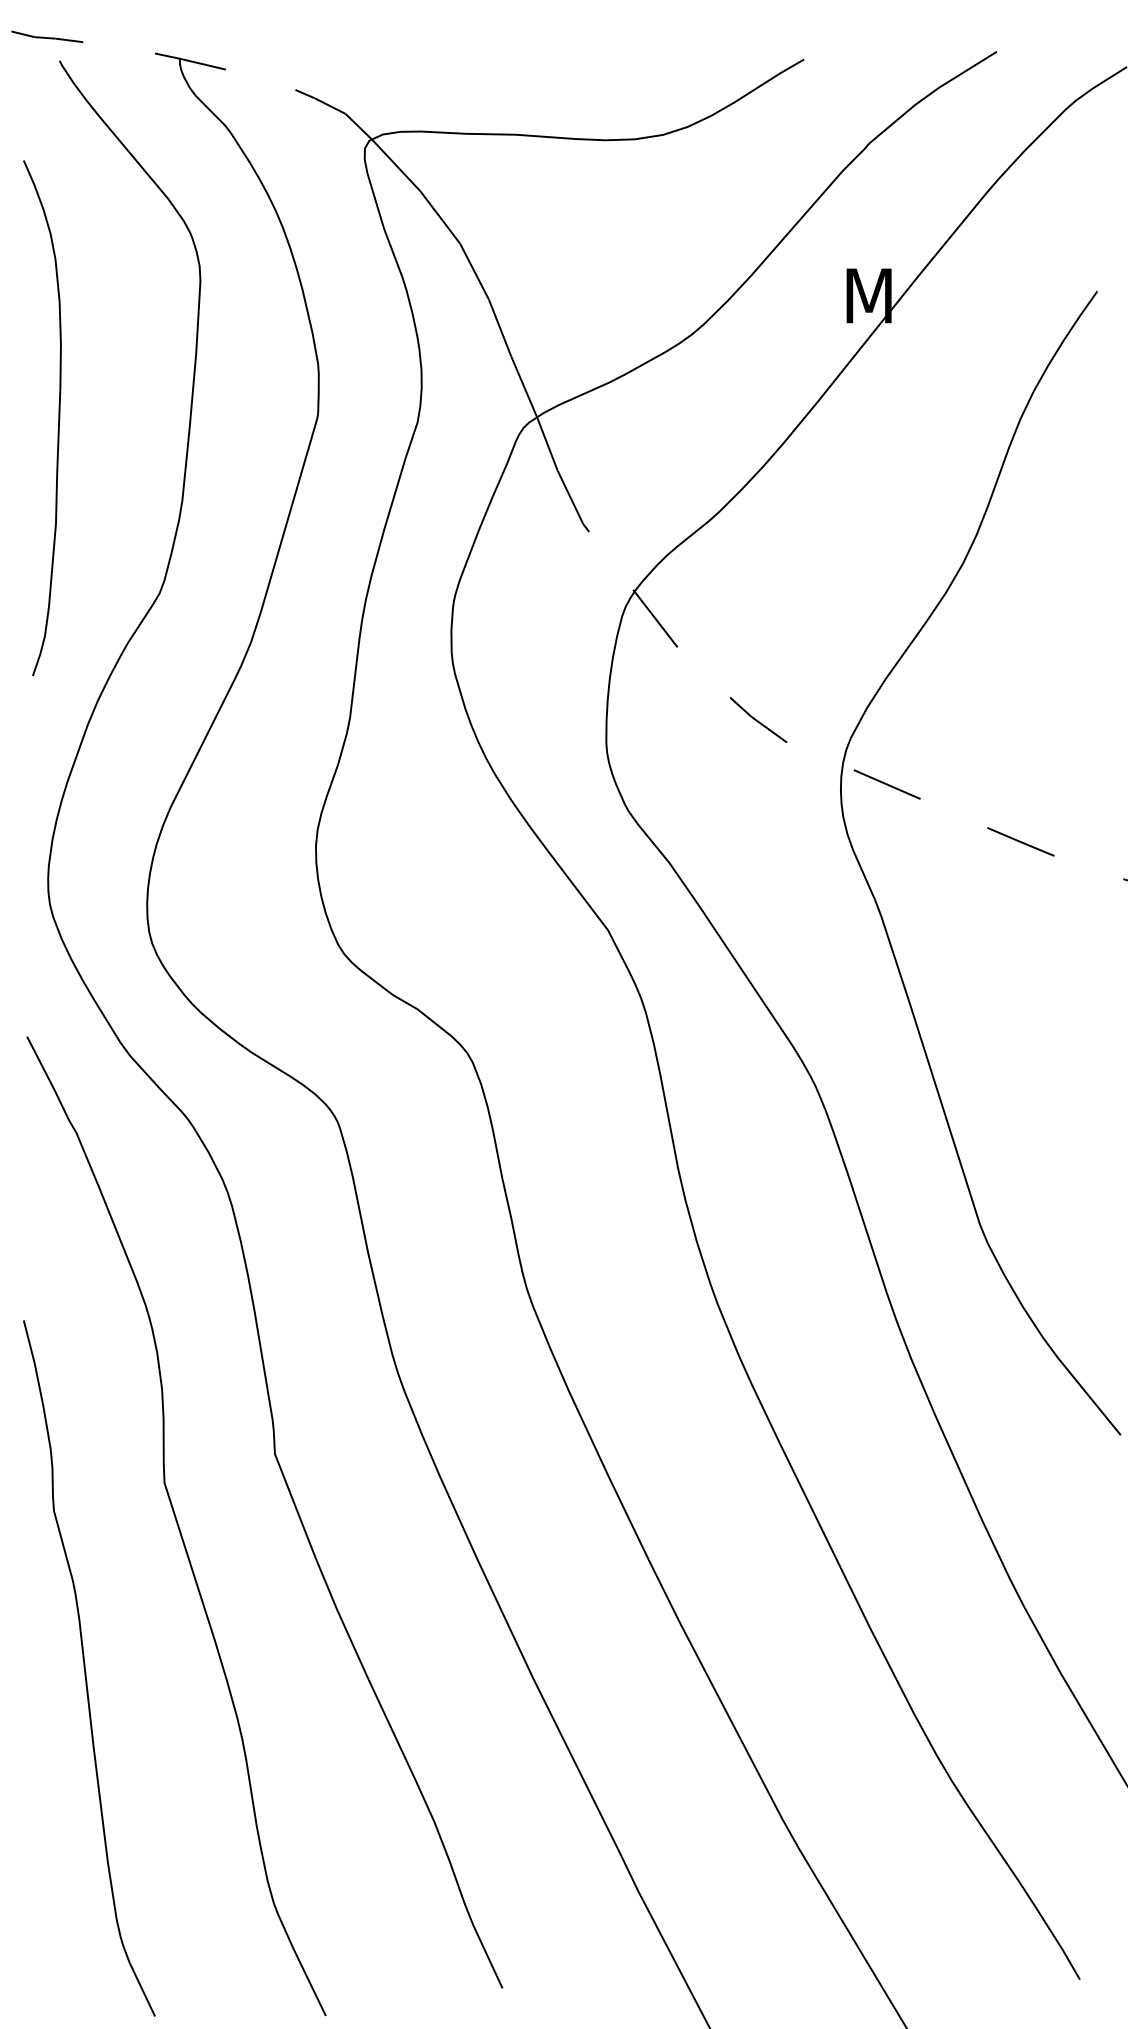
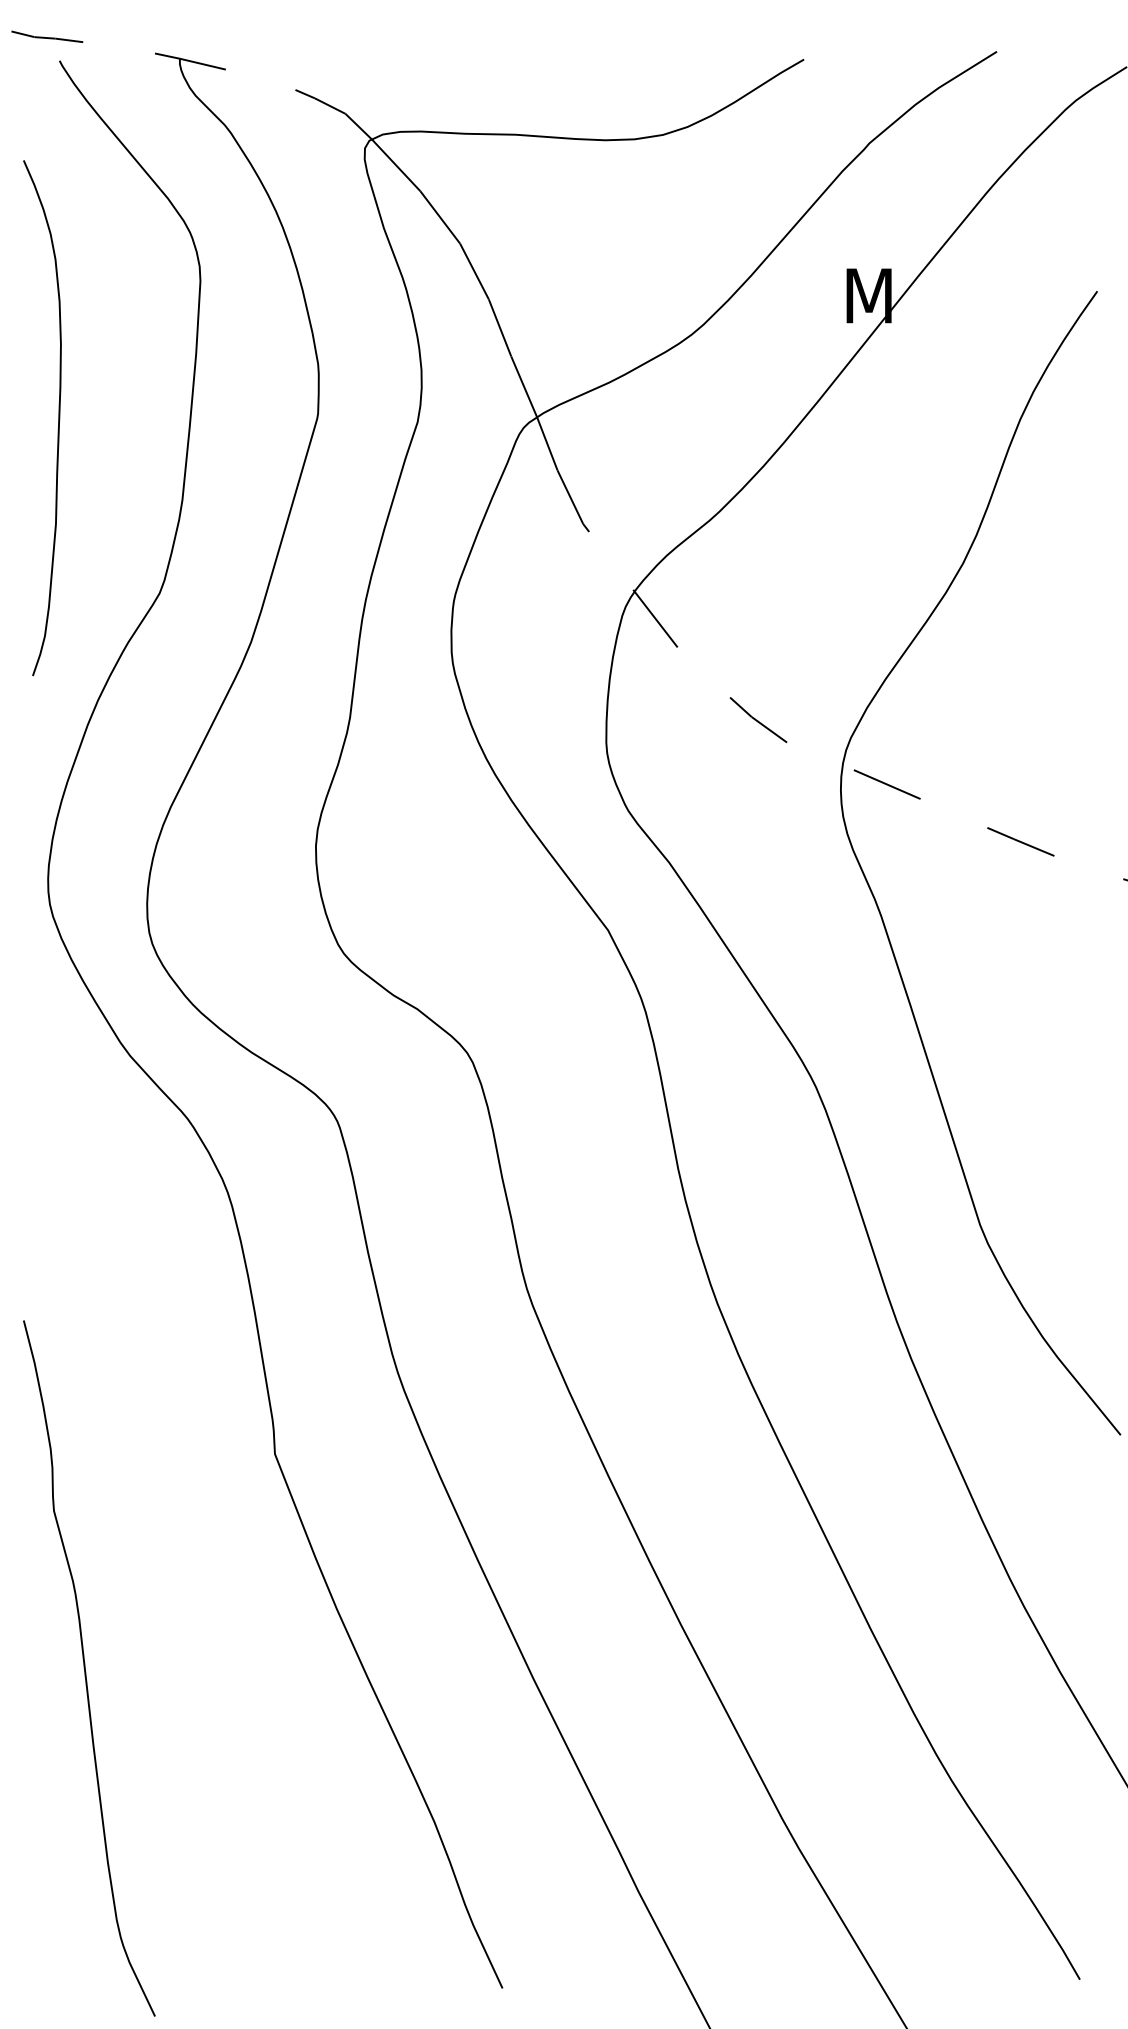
curve at (177, 1526): present -> none
